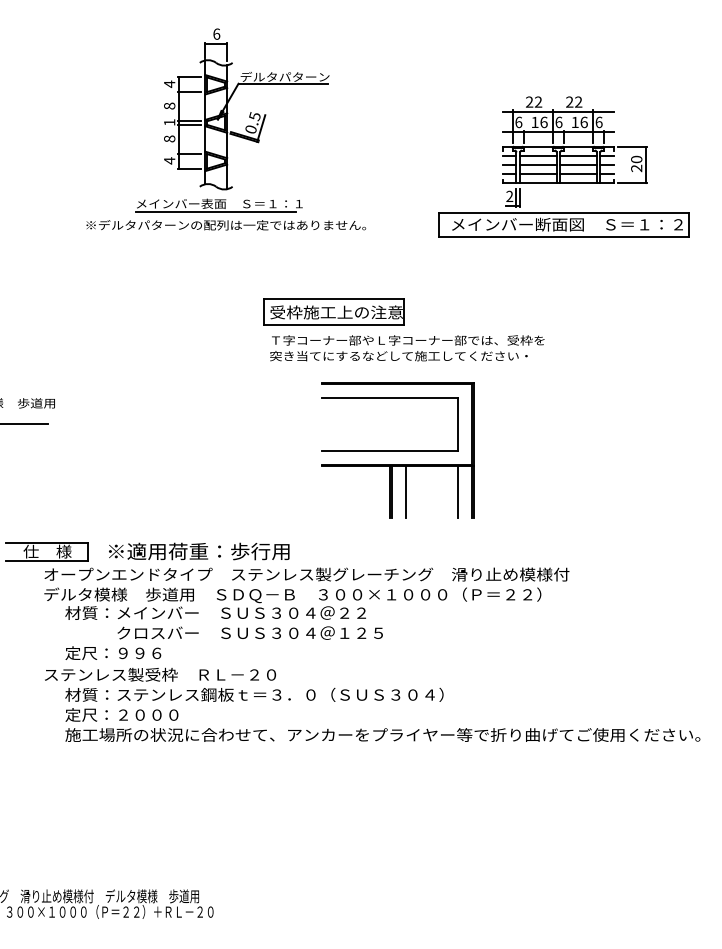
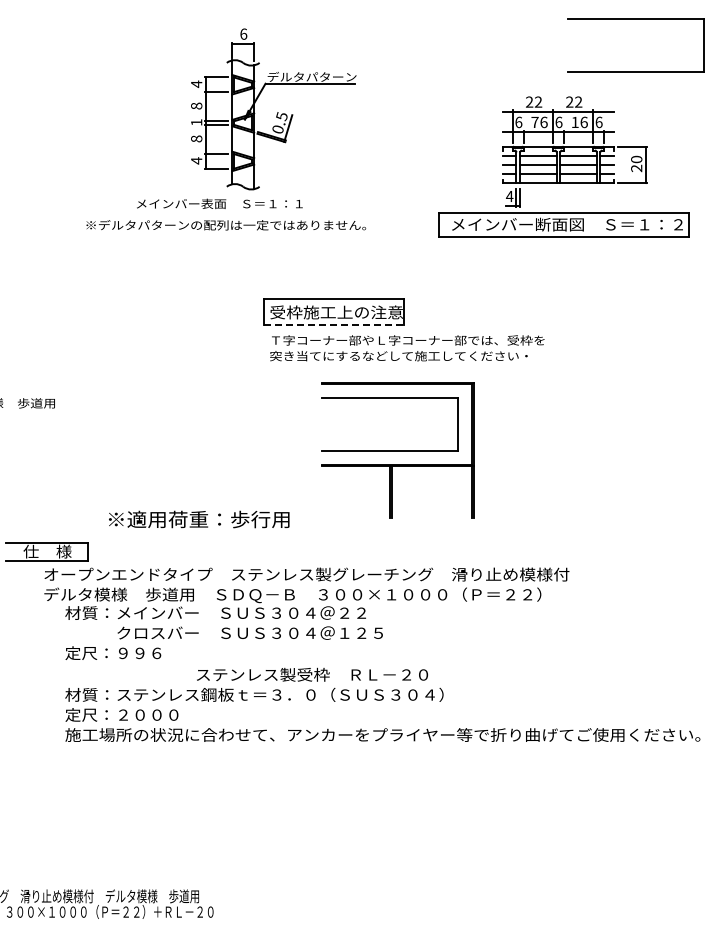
part at (635, 19): none -> present
part at (246, 109) position: (246, 109) -> (273, 109)
text at (534, 121): 16 -> 76
text at (509, 195): 2 -> 4
line at (216, 212): present -> none
line at (334, 325): solid -> dashed
line at (25, 423): present -> none
line at (405, 492): present -> none
line at (457, 492): present -> none
text at (199, 551) position: (199, 551) -> (199, 519)
text at (160, 674) position: (160, 674) -> (312, 674)
